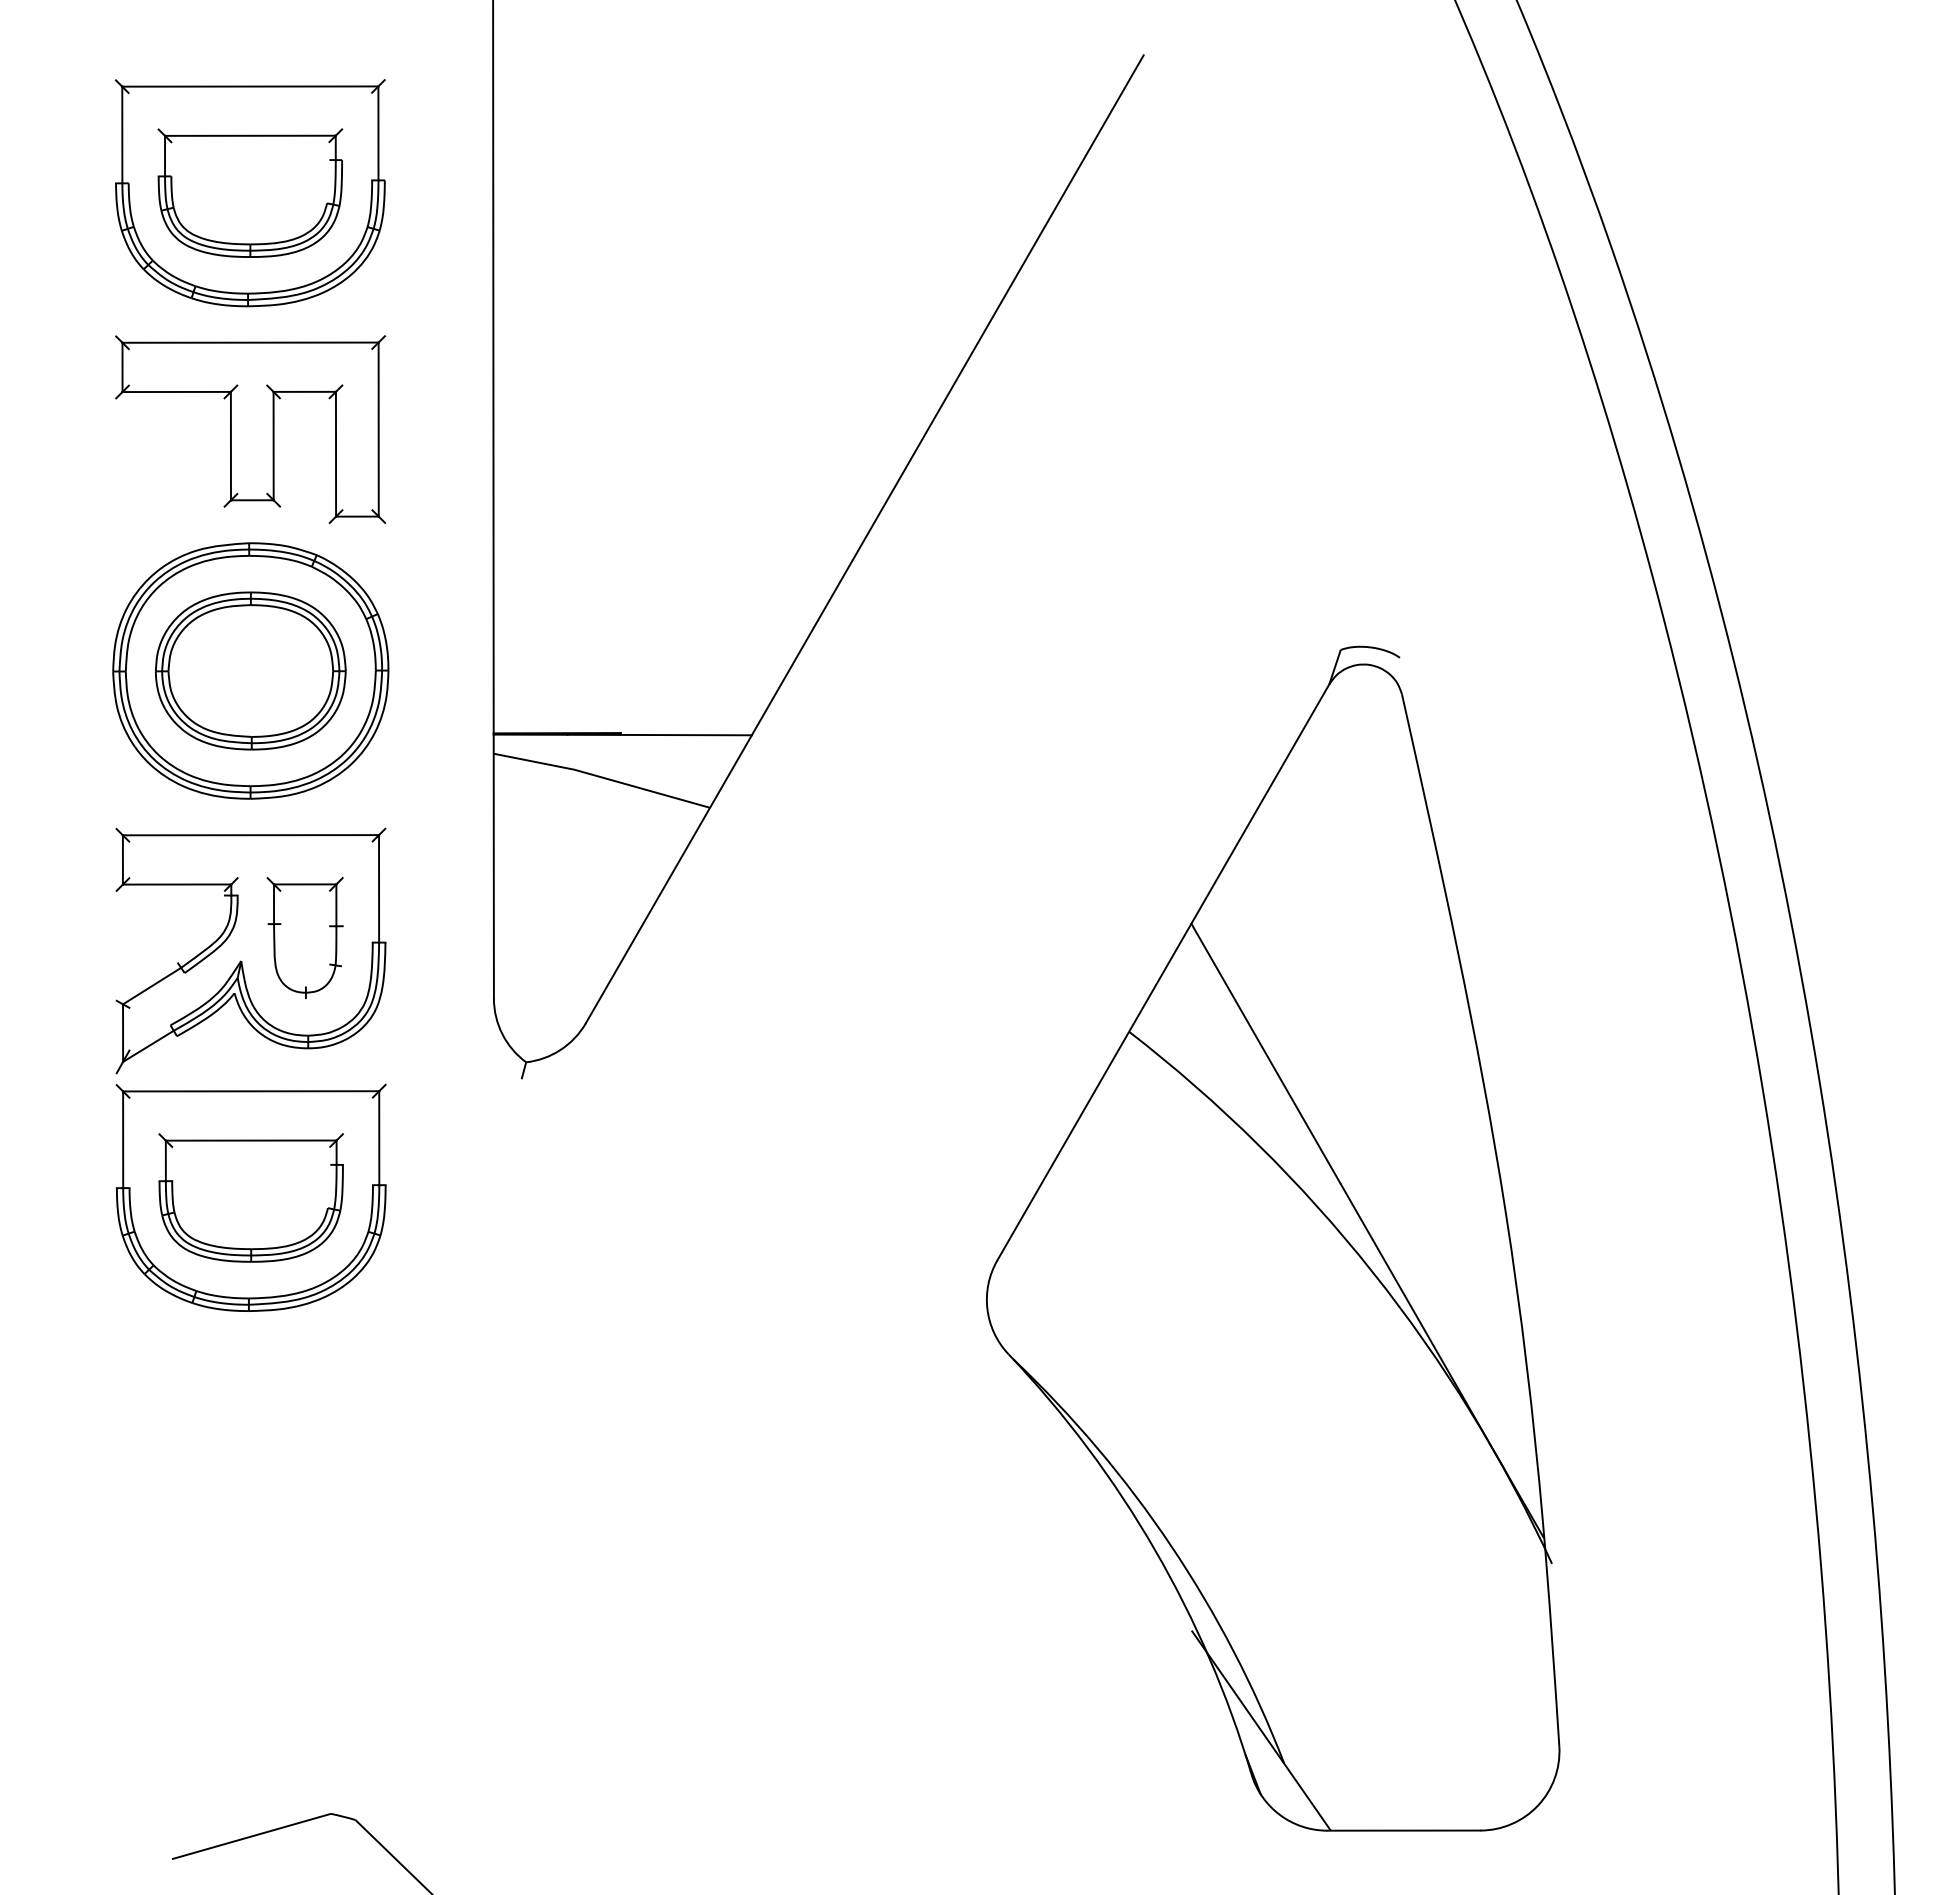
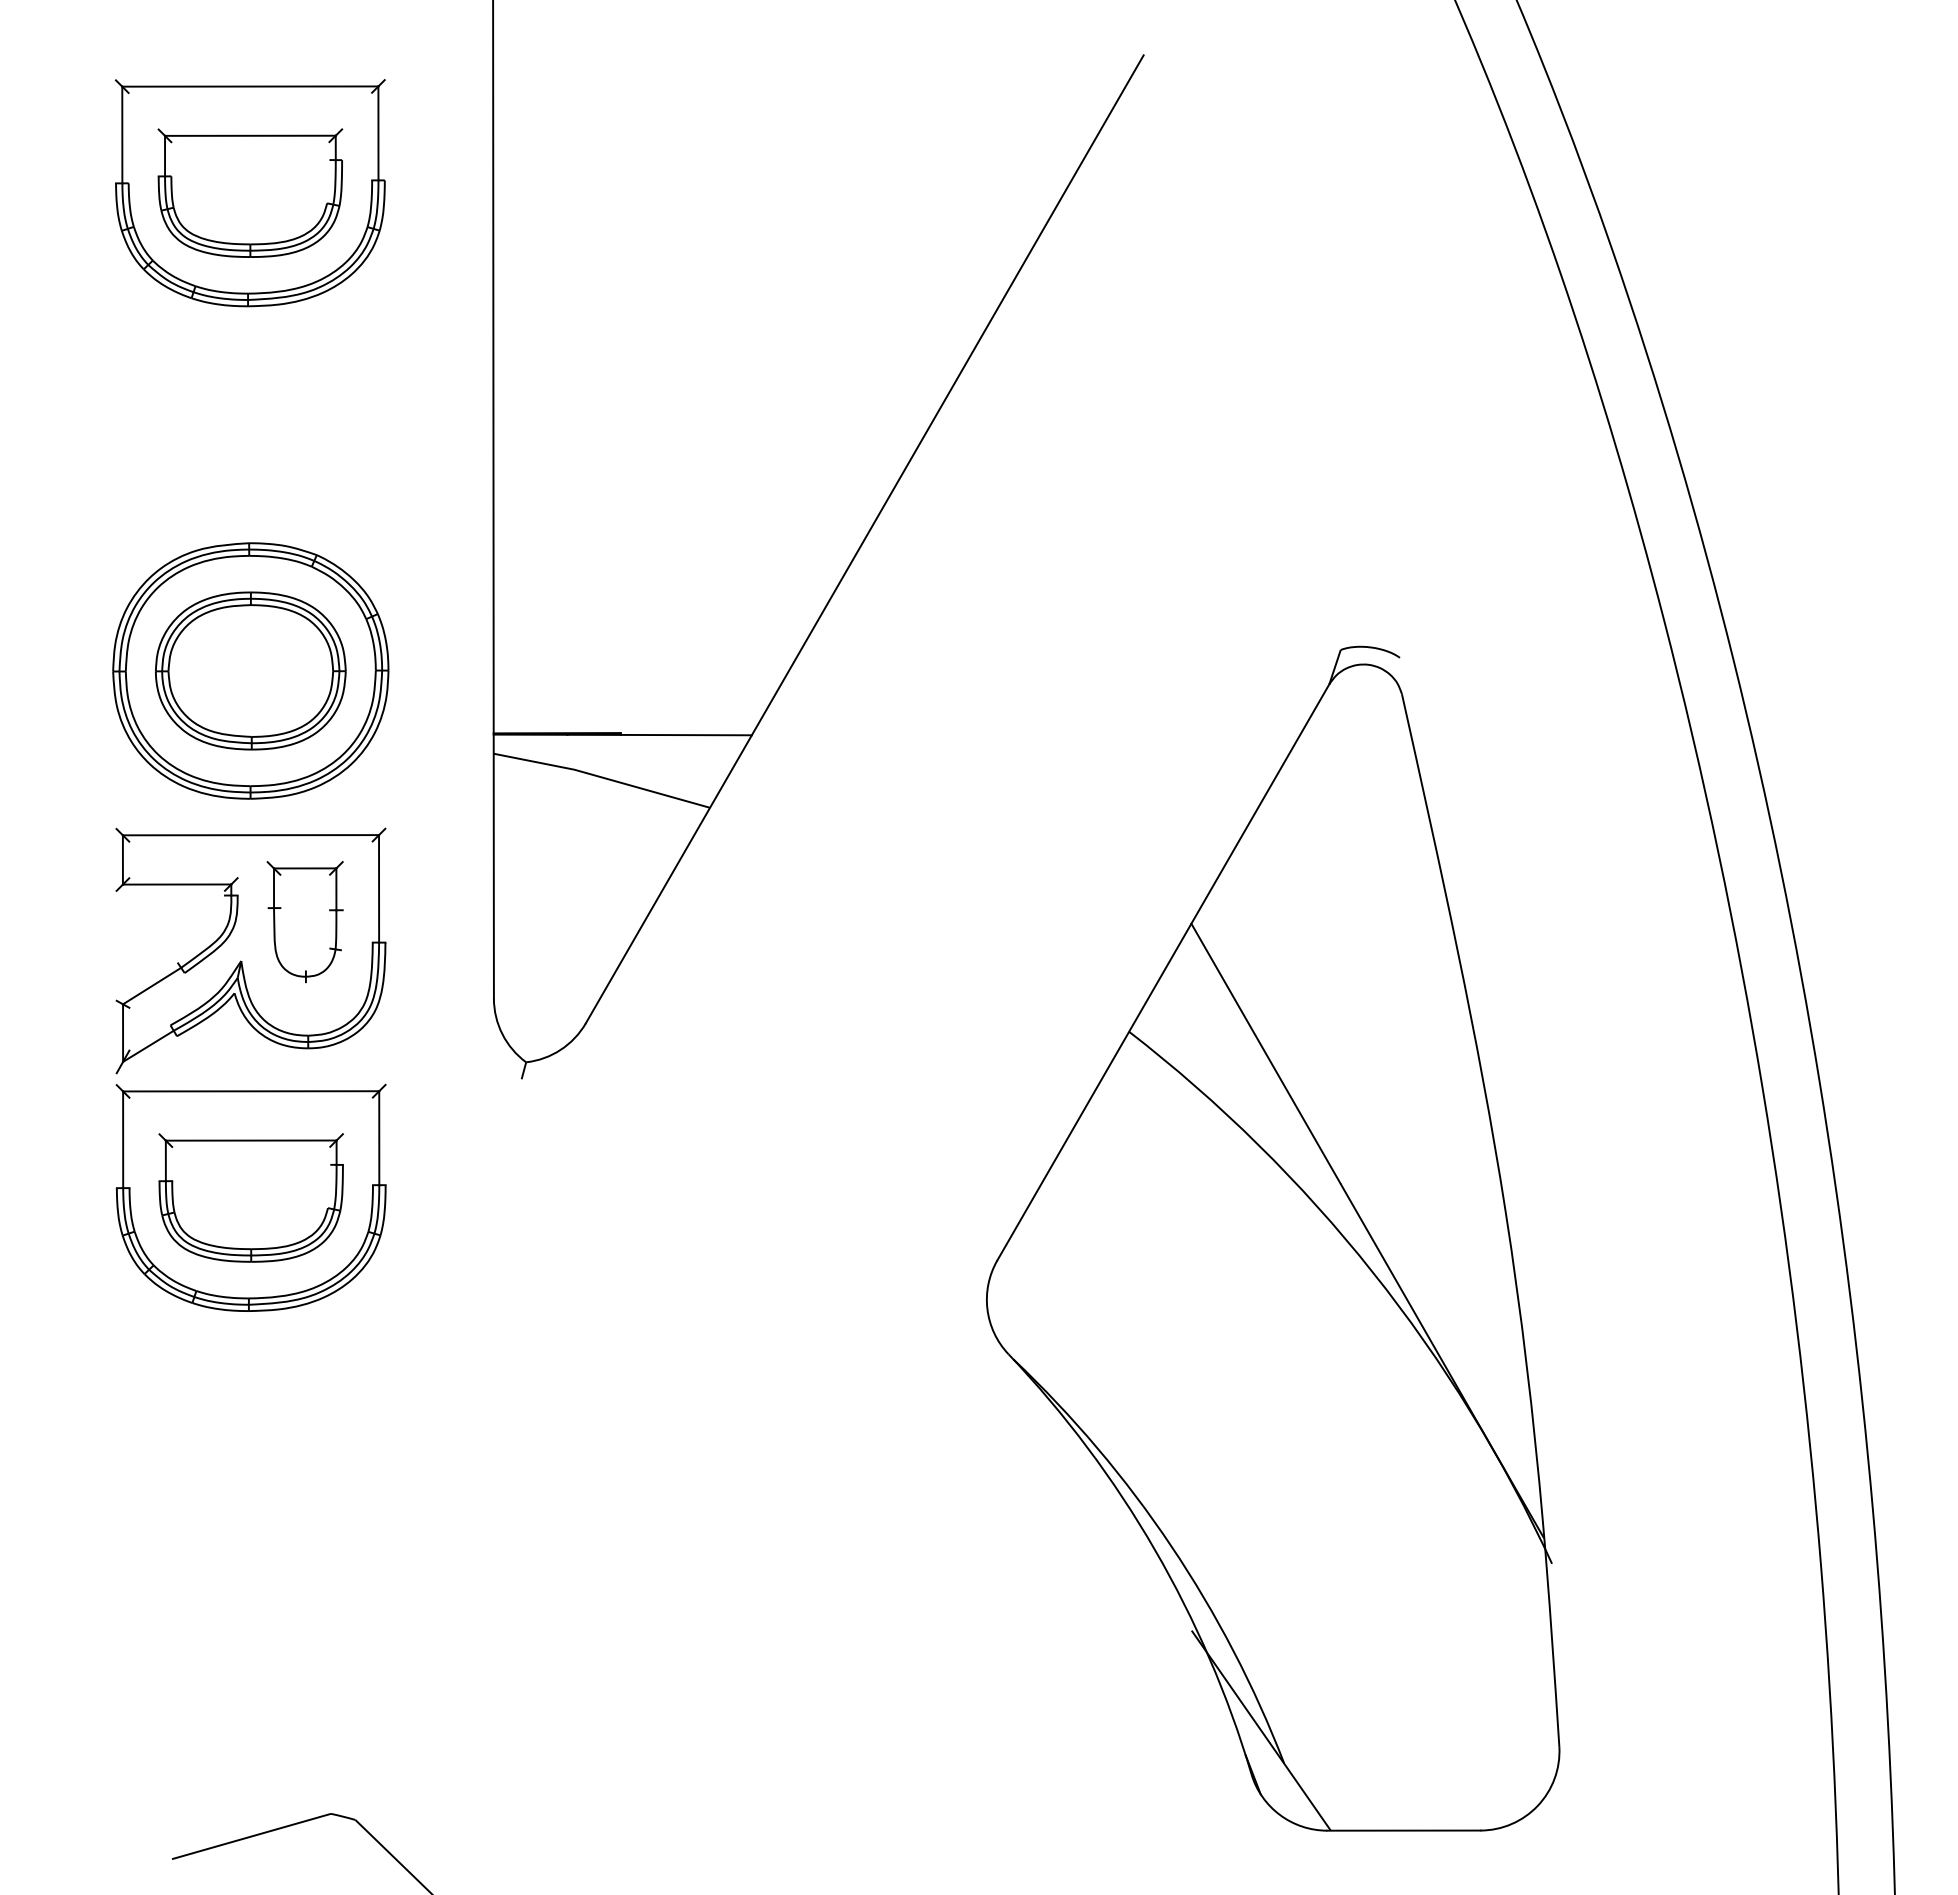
part at (250, 429): present -> none
part at (304, 938) position: (304, 938) -> (304, 922)
